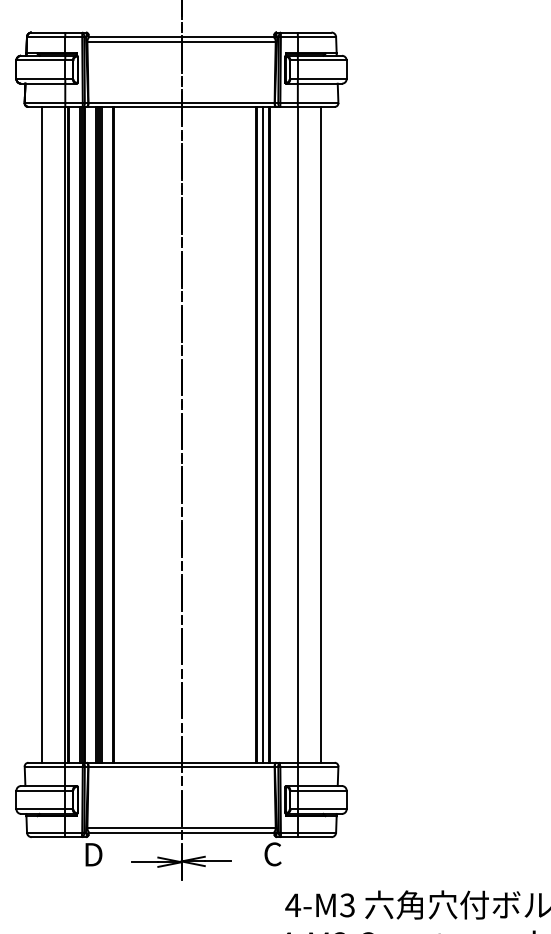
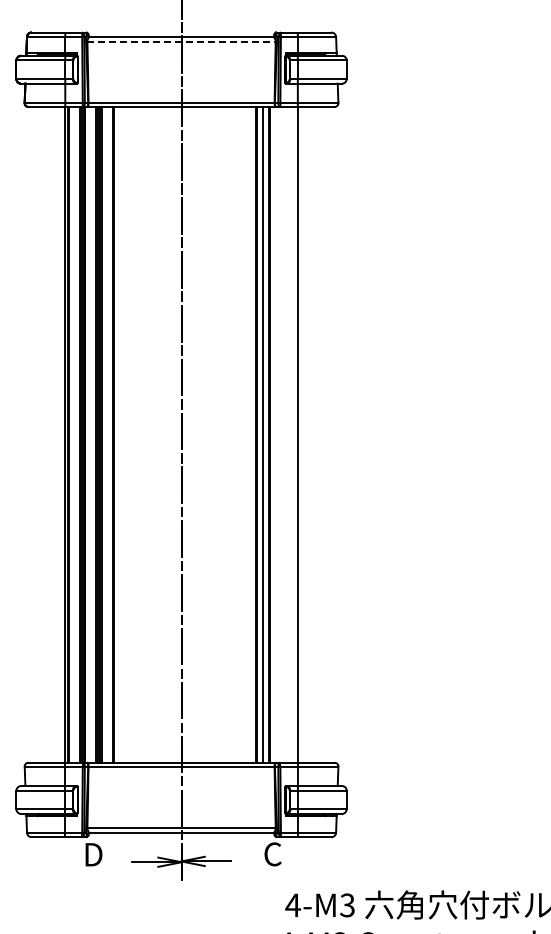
line at (182, 41): solid -> dashed
line at (42, 434): present -> none
line at (321, 434): present -> none
